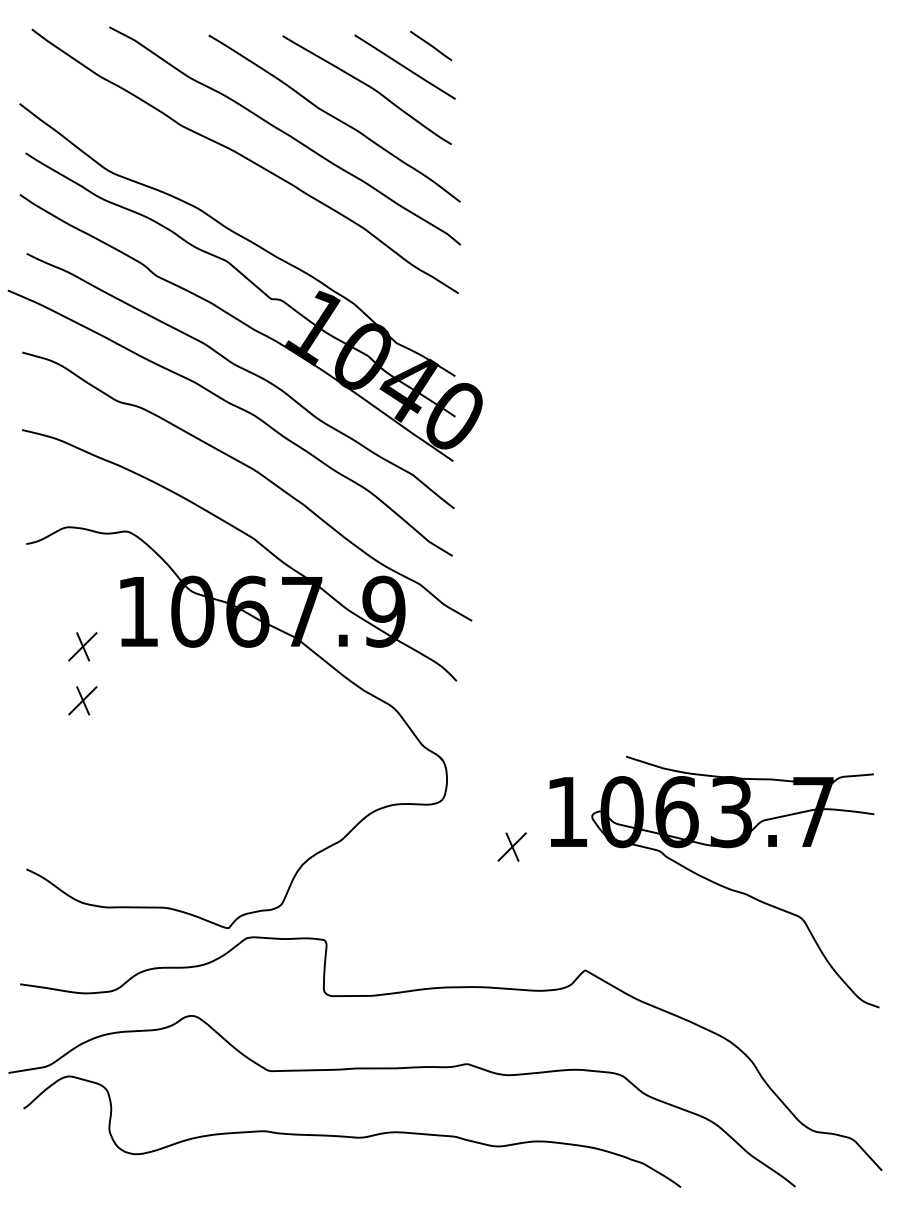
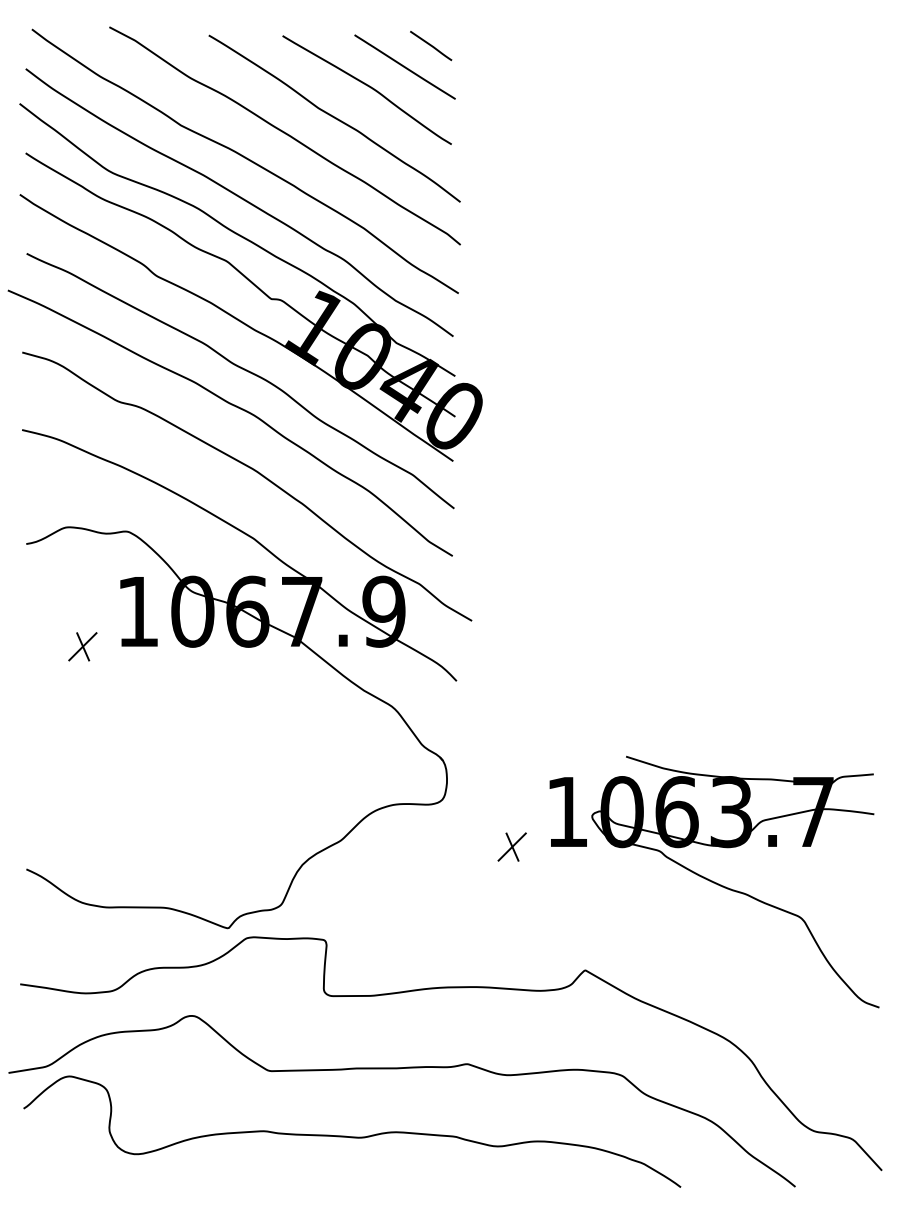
curve at (241, 199): none -> present
part at (82, 700): present -> none
